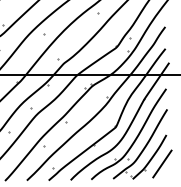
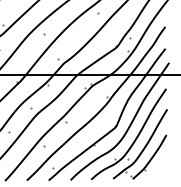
line at (162, 163): present -> none
